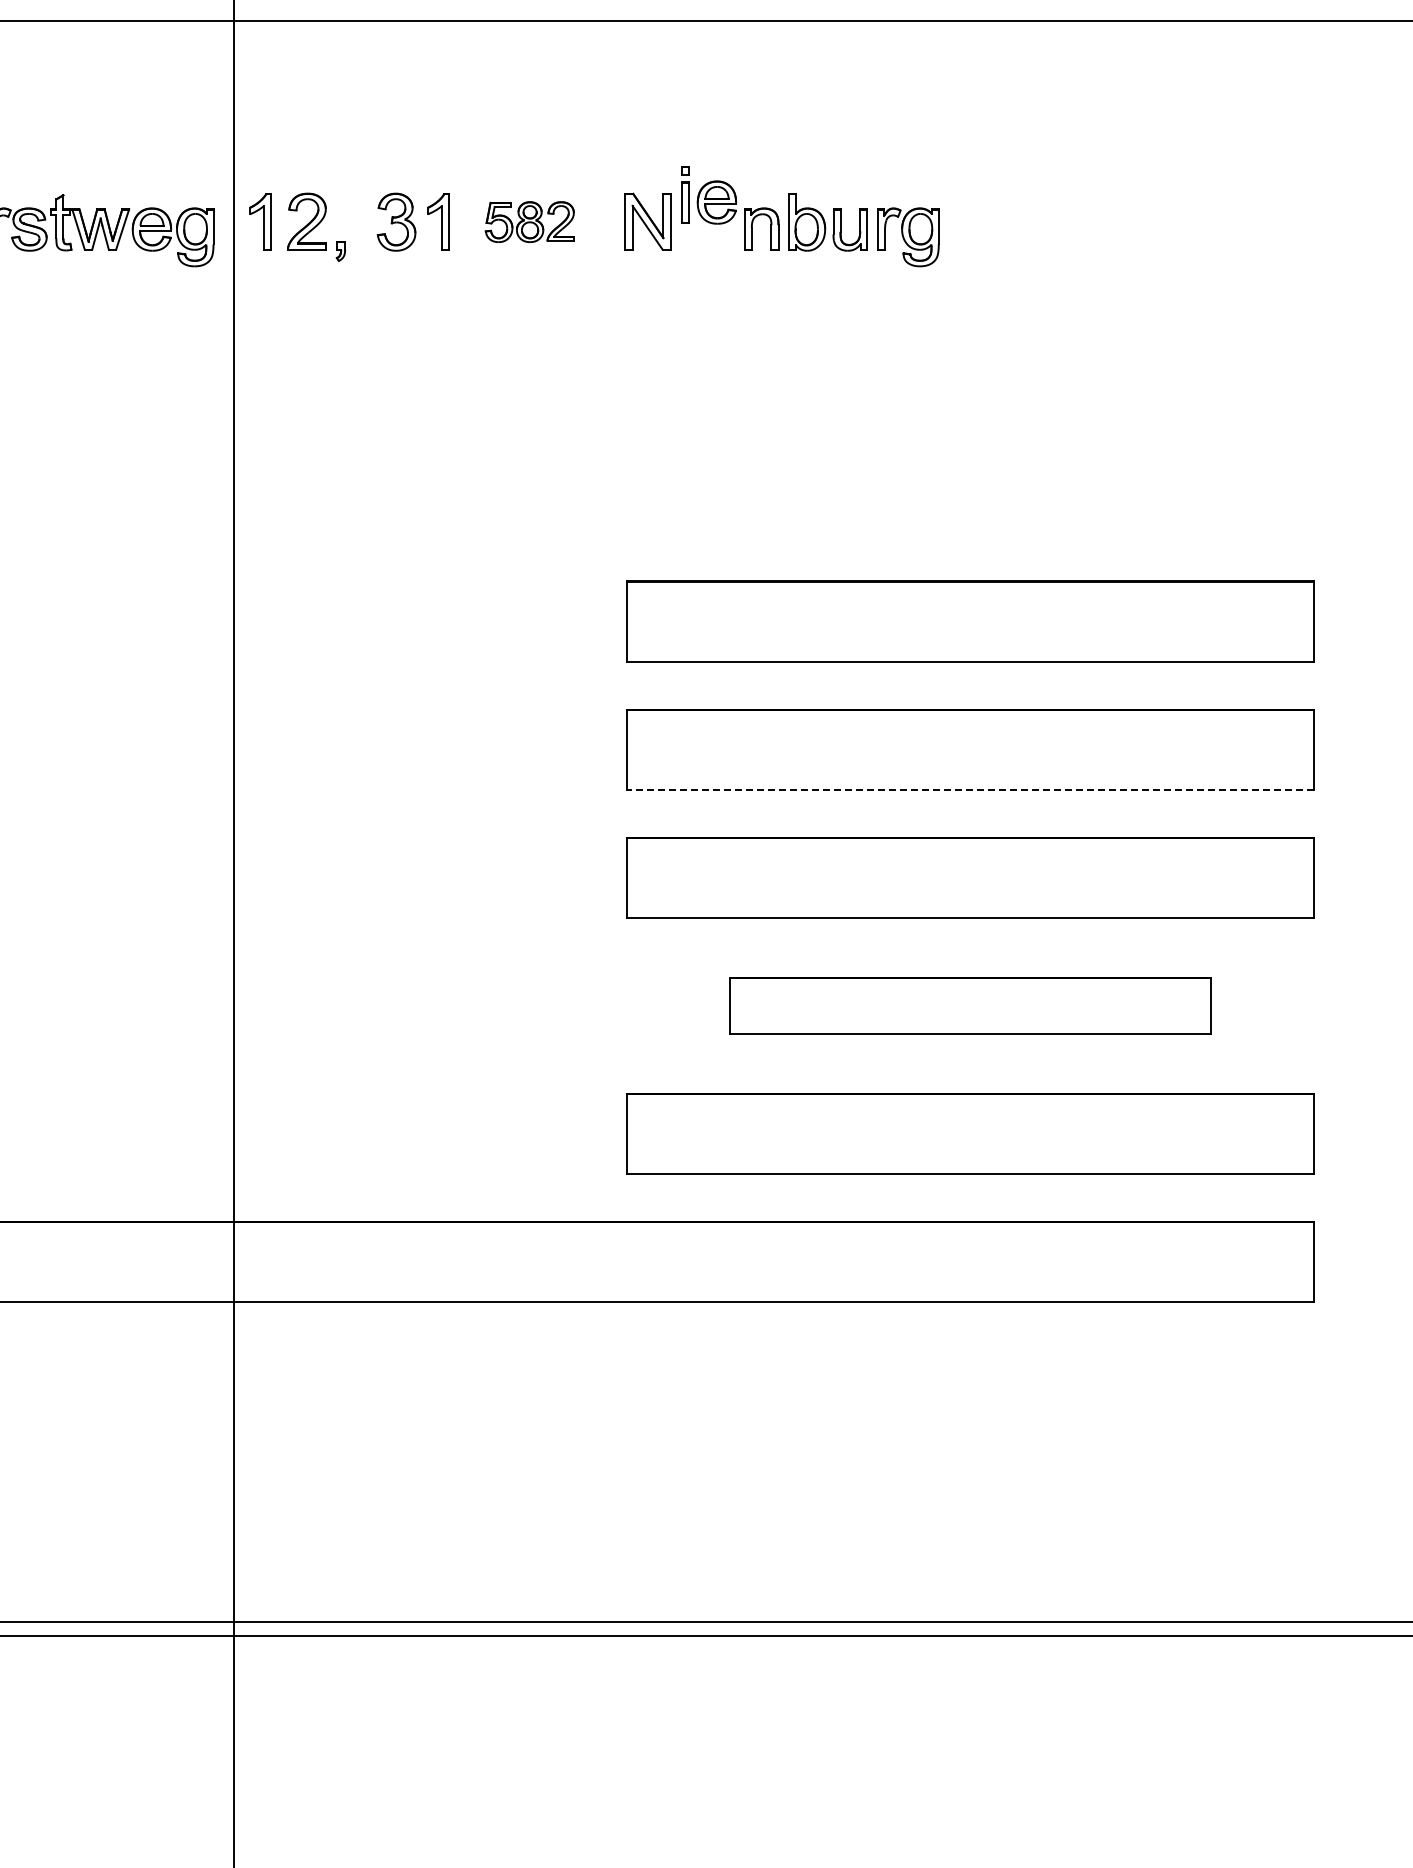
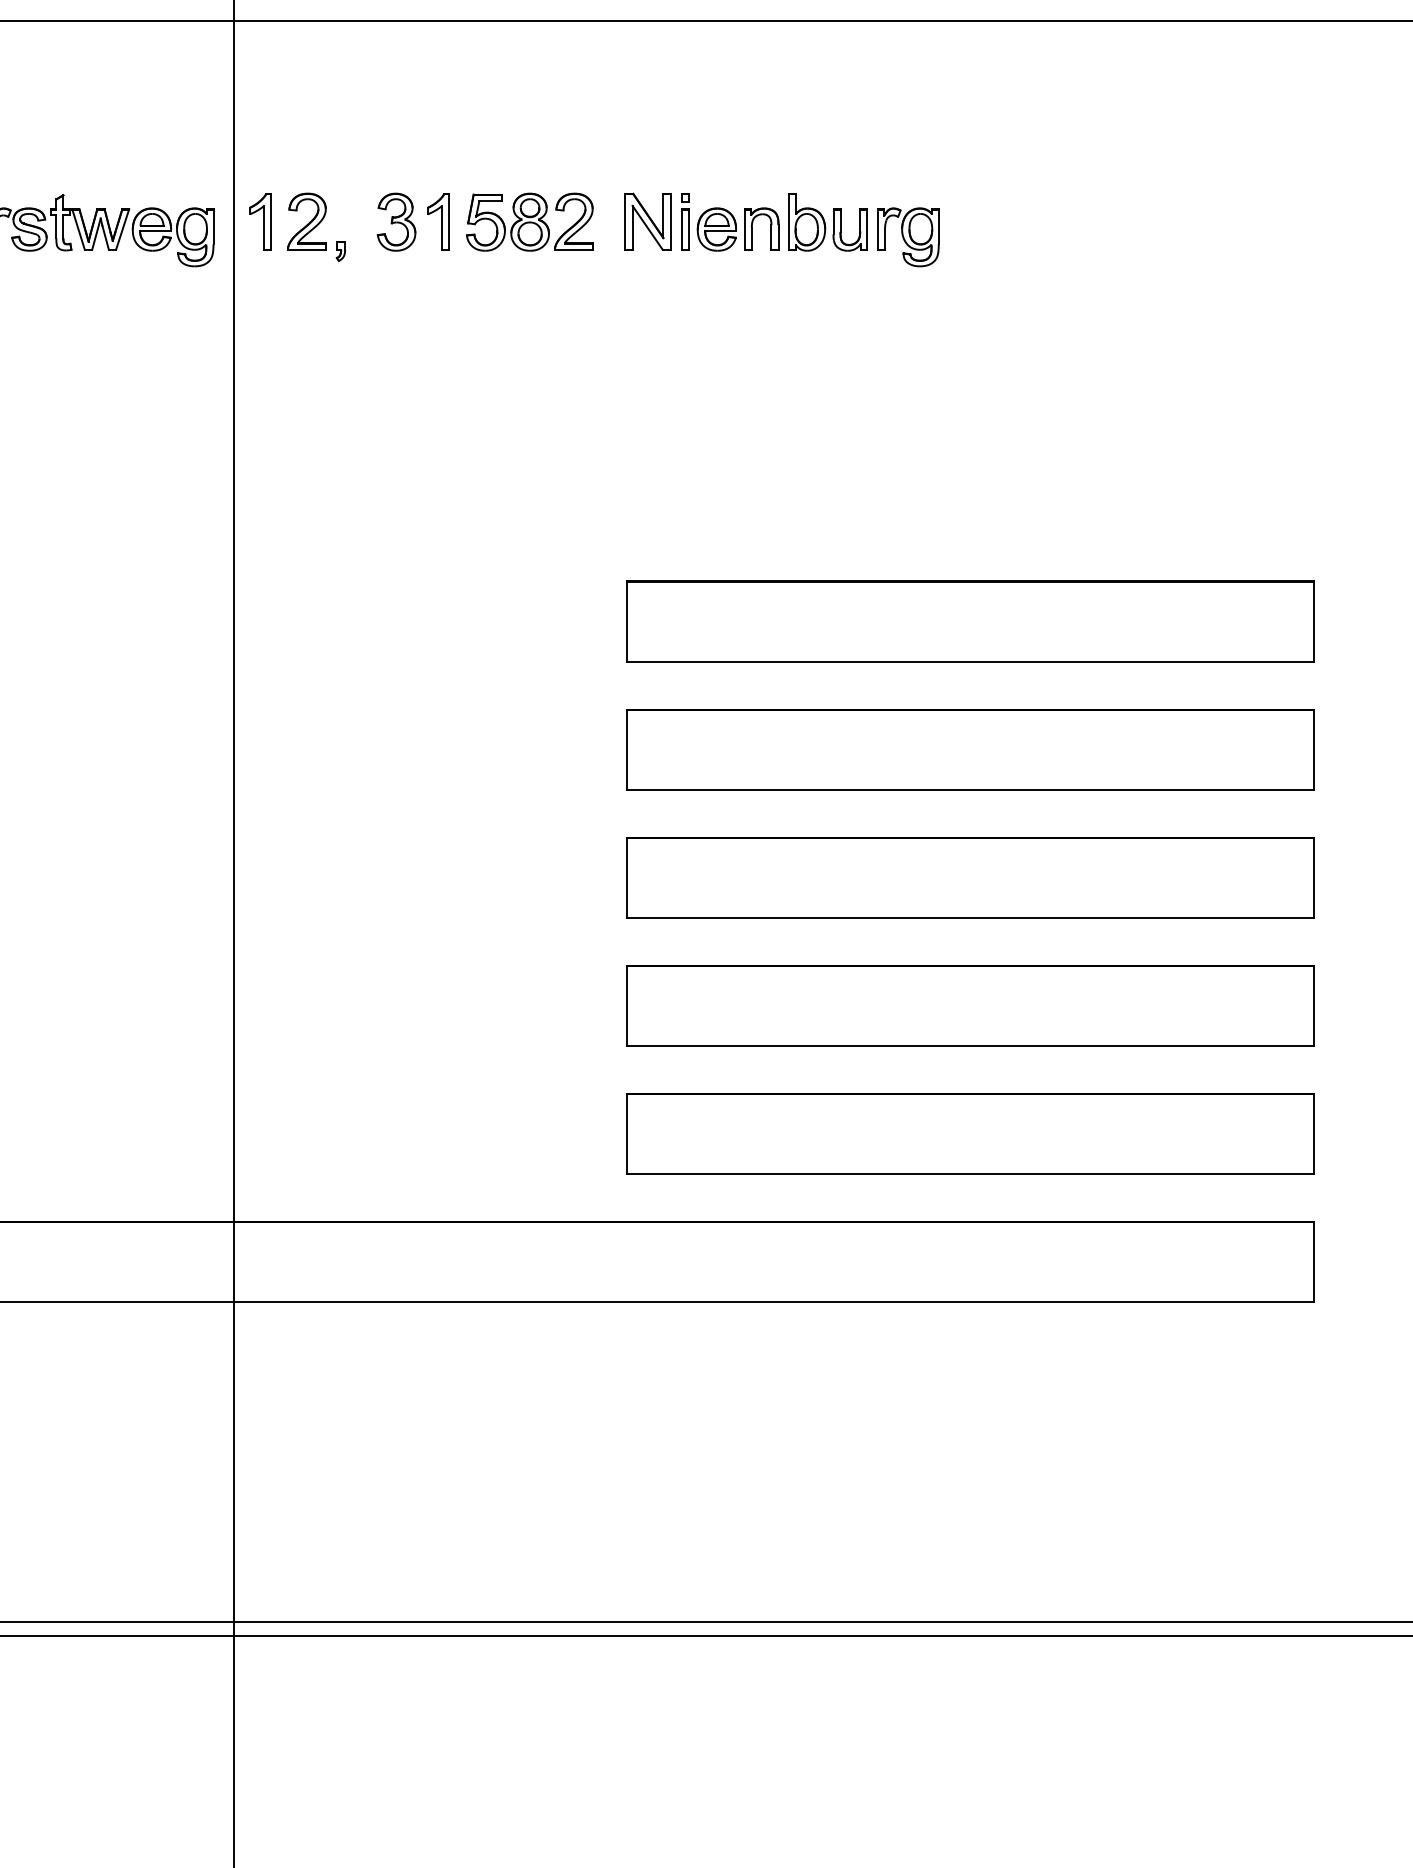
part at (708, 195) position: (708, 195) -> (708, 222)
part at (529, 221) size: 91x42 px -> 128x60 px
line at (970, 789): dashed -> solid
part at (970, 1005) size: 483x58 px -> 689x82 px
